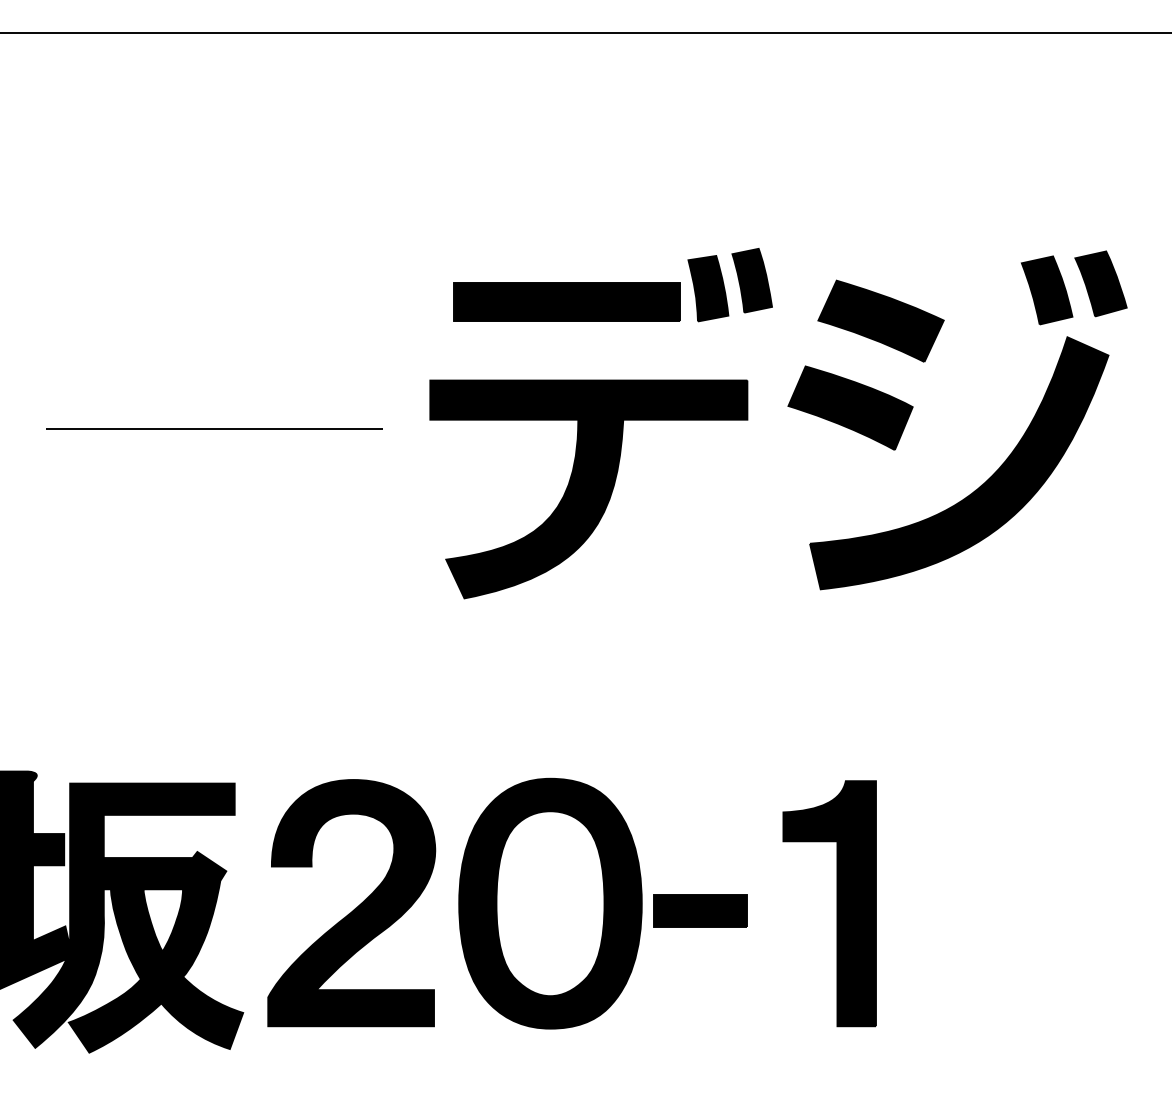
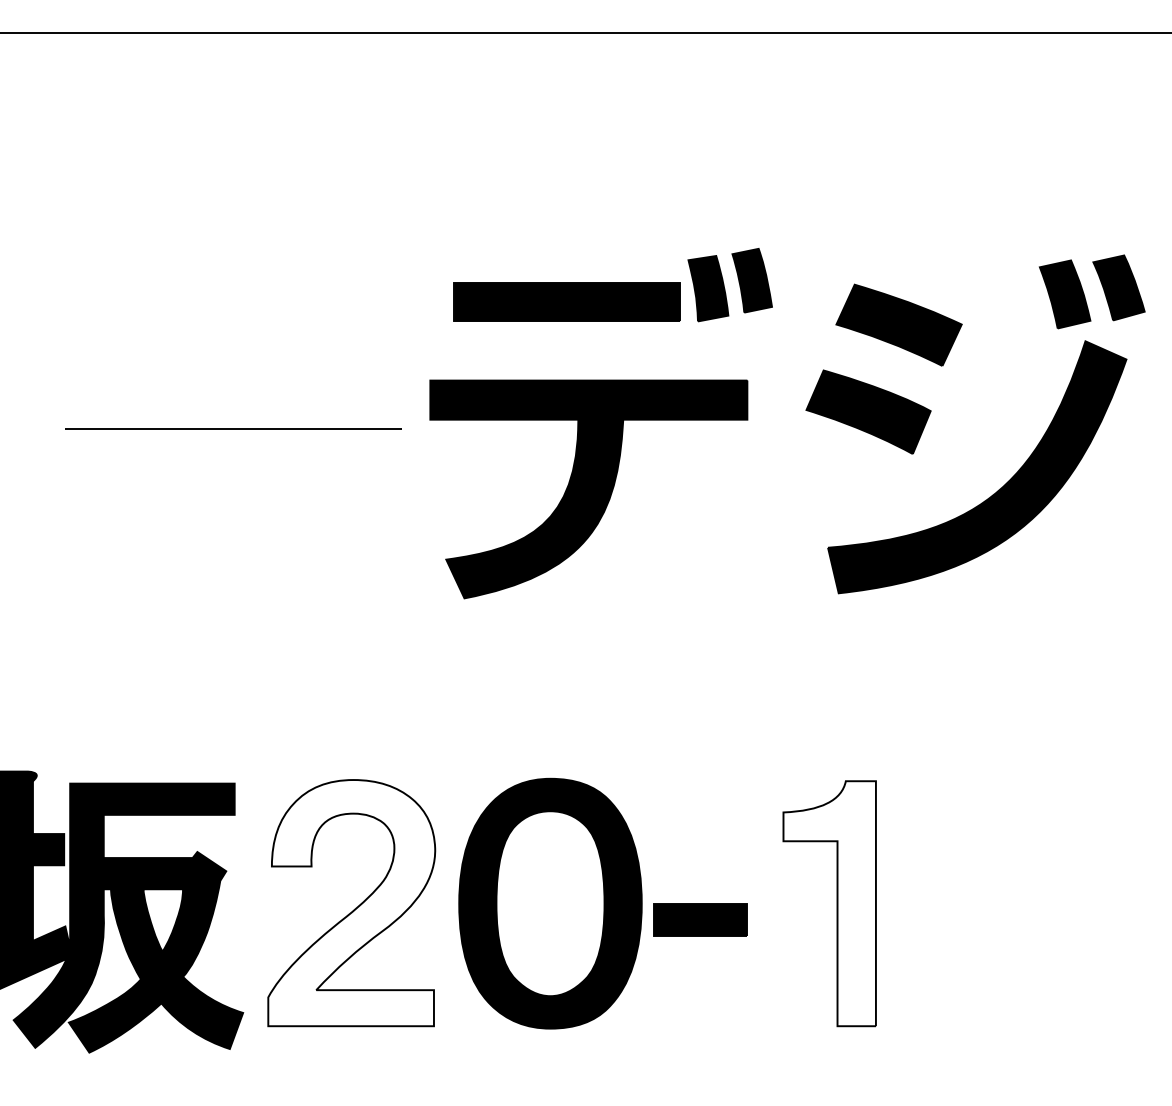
part at (913, 408) position: (913, 408) -> (931, 412)
line at (214, 428) position: (214, 428) -> (233, 428)
fill at (351, 903): present -> none
fill at (829, 903): present -> none
part at (700, 910) position: (700, 910) -> (700, 919)
